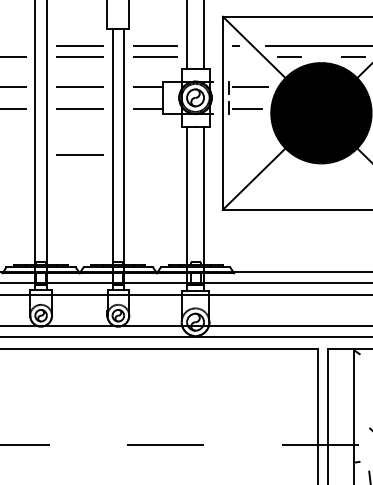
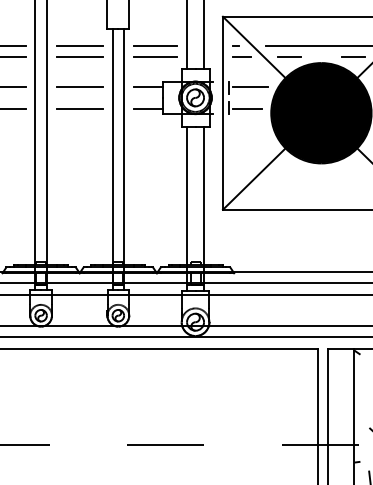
line at (13, 45): none -> present
line at (241, 56): none -> present
line at (79, 154): present -> none
